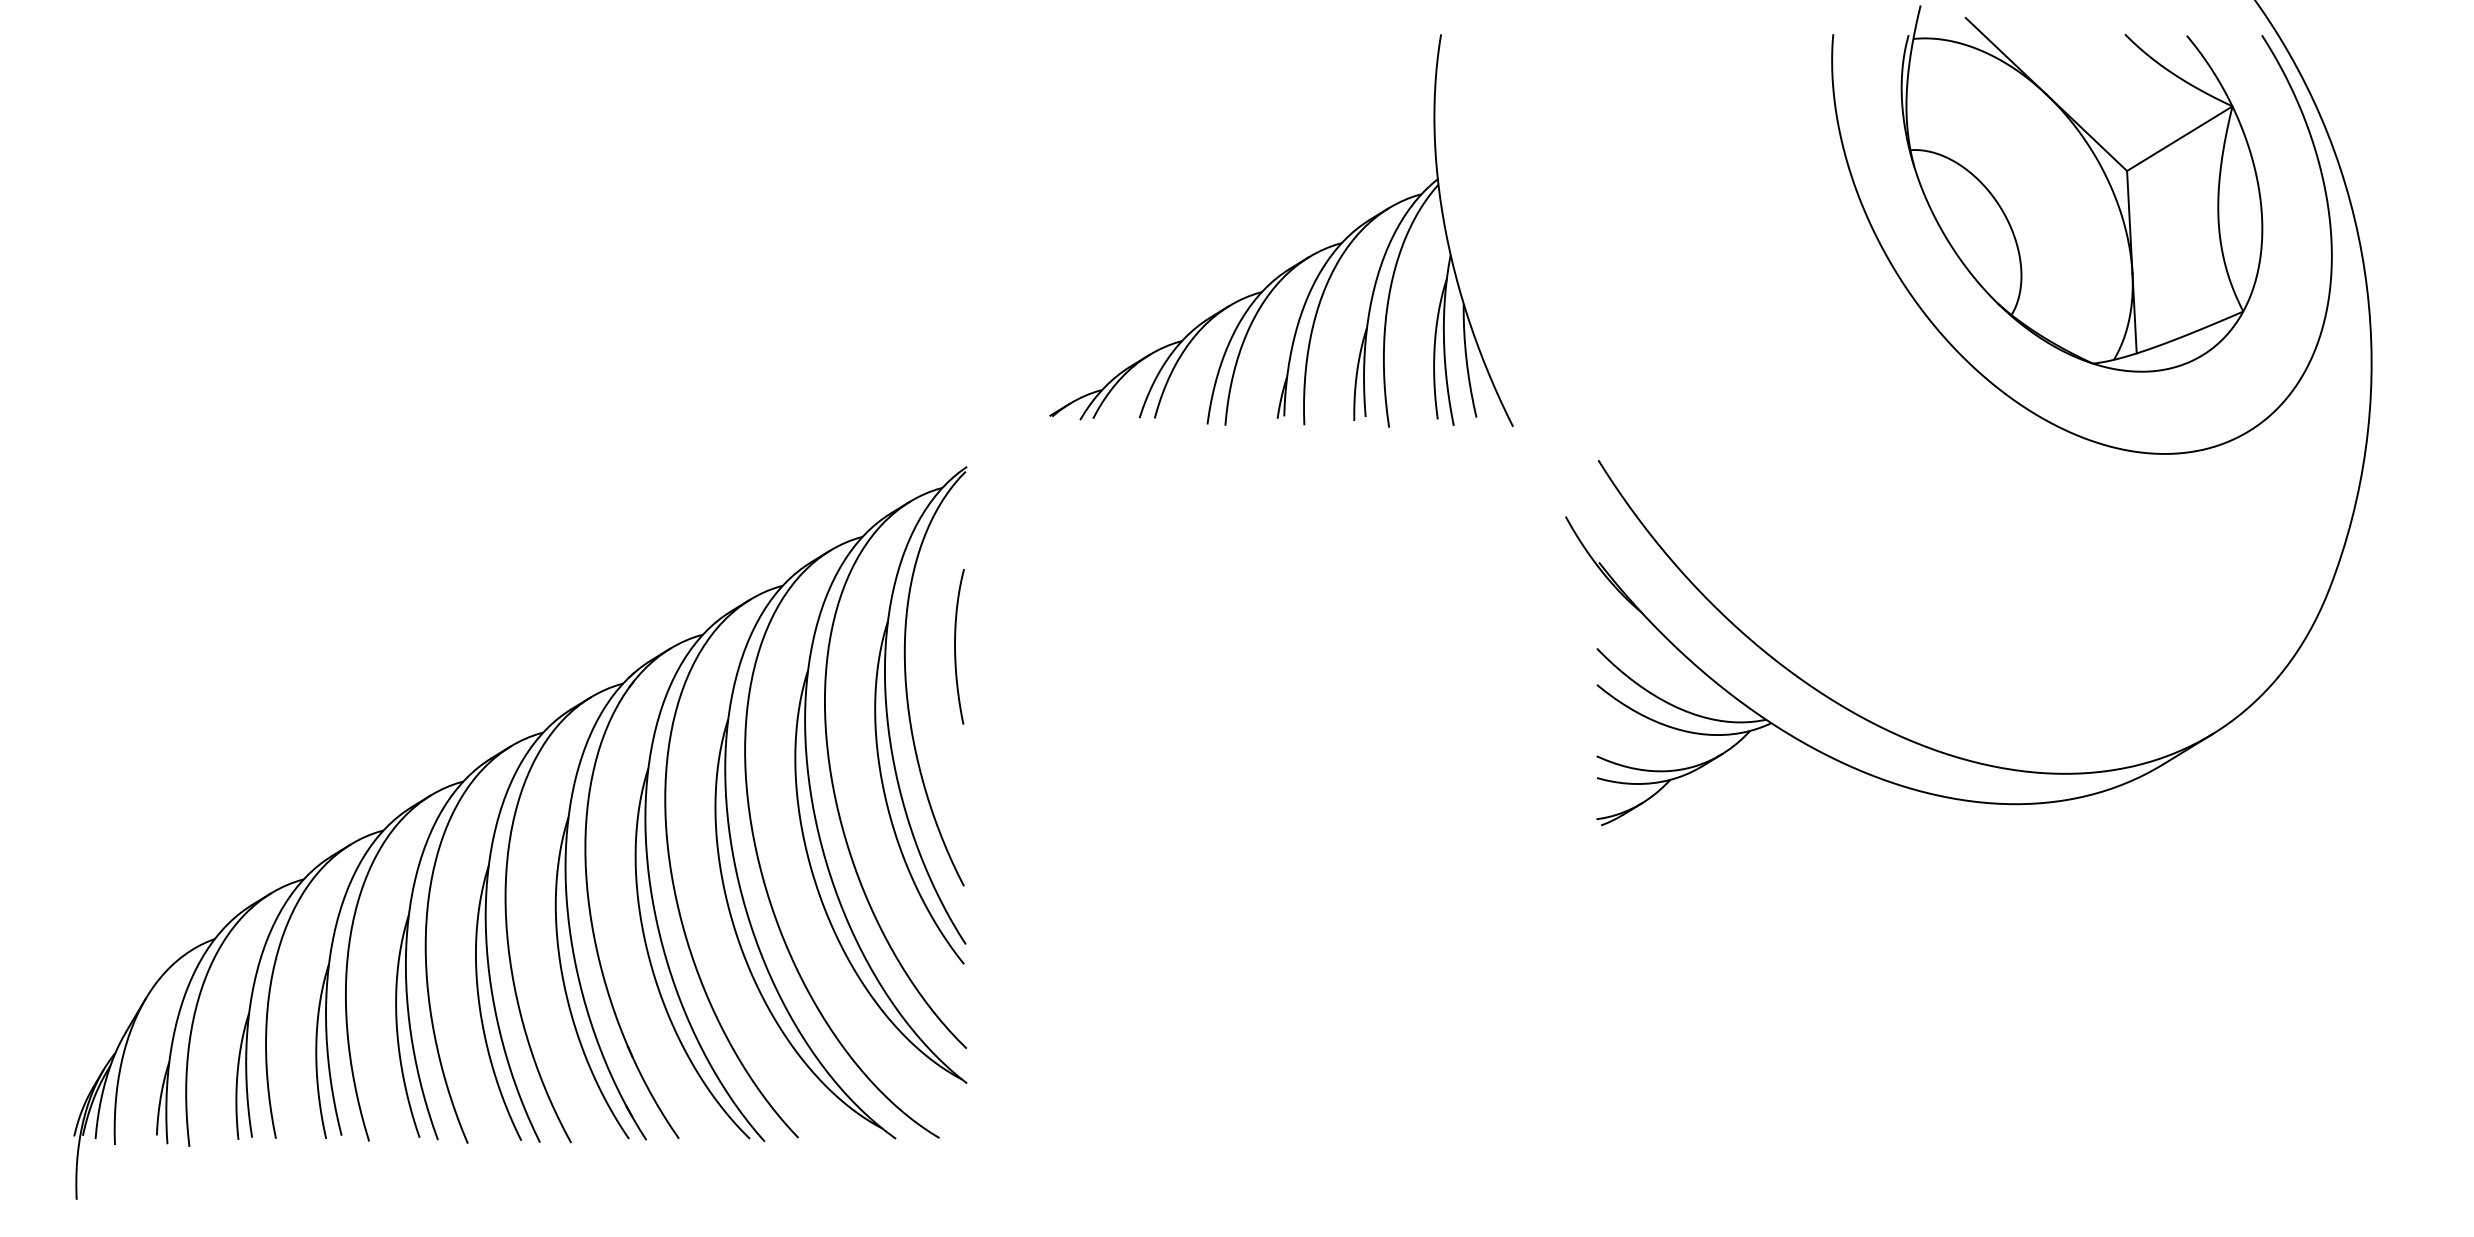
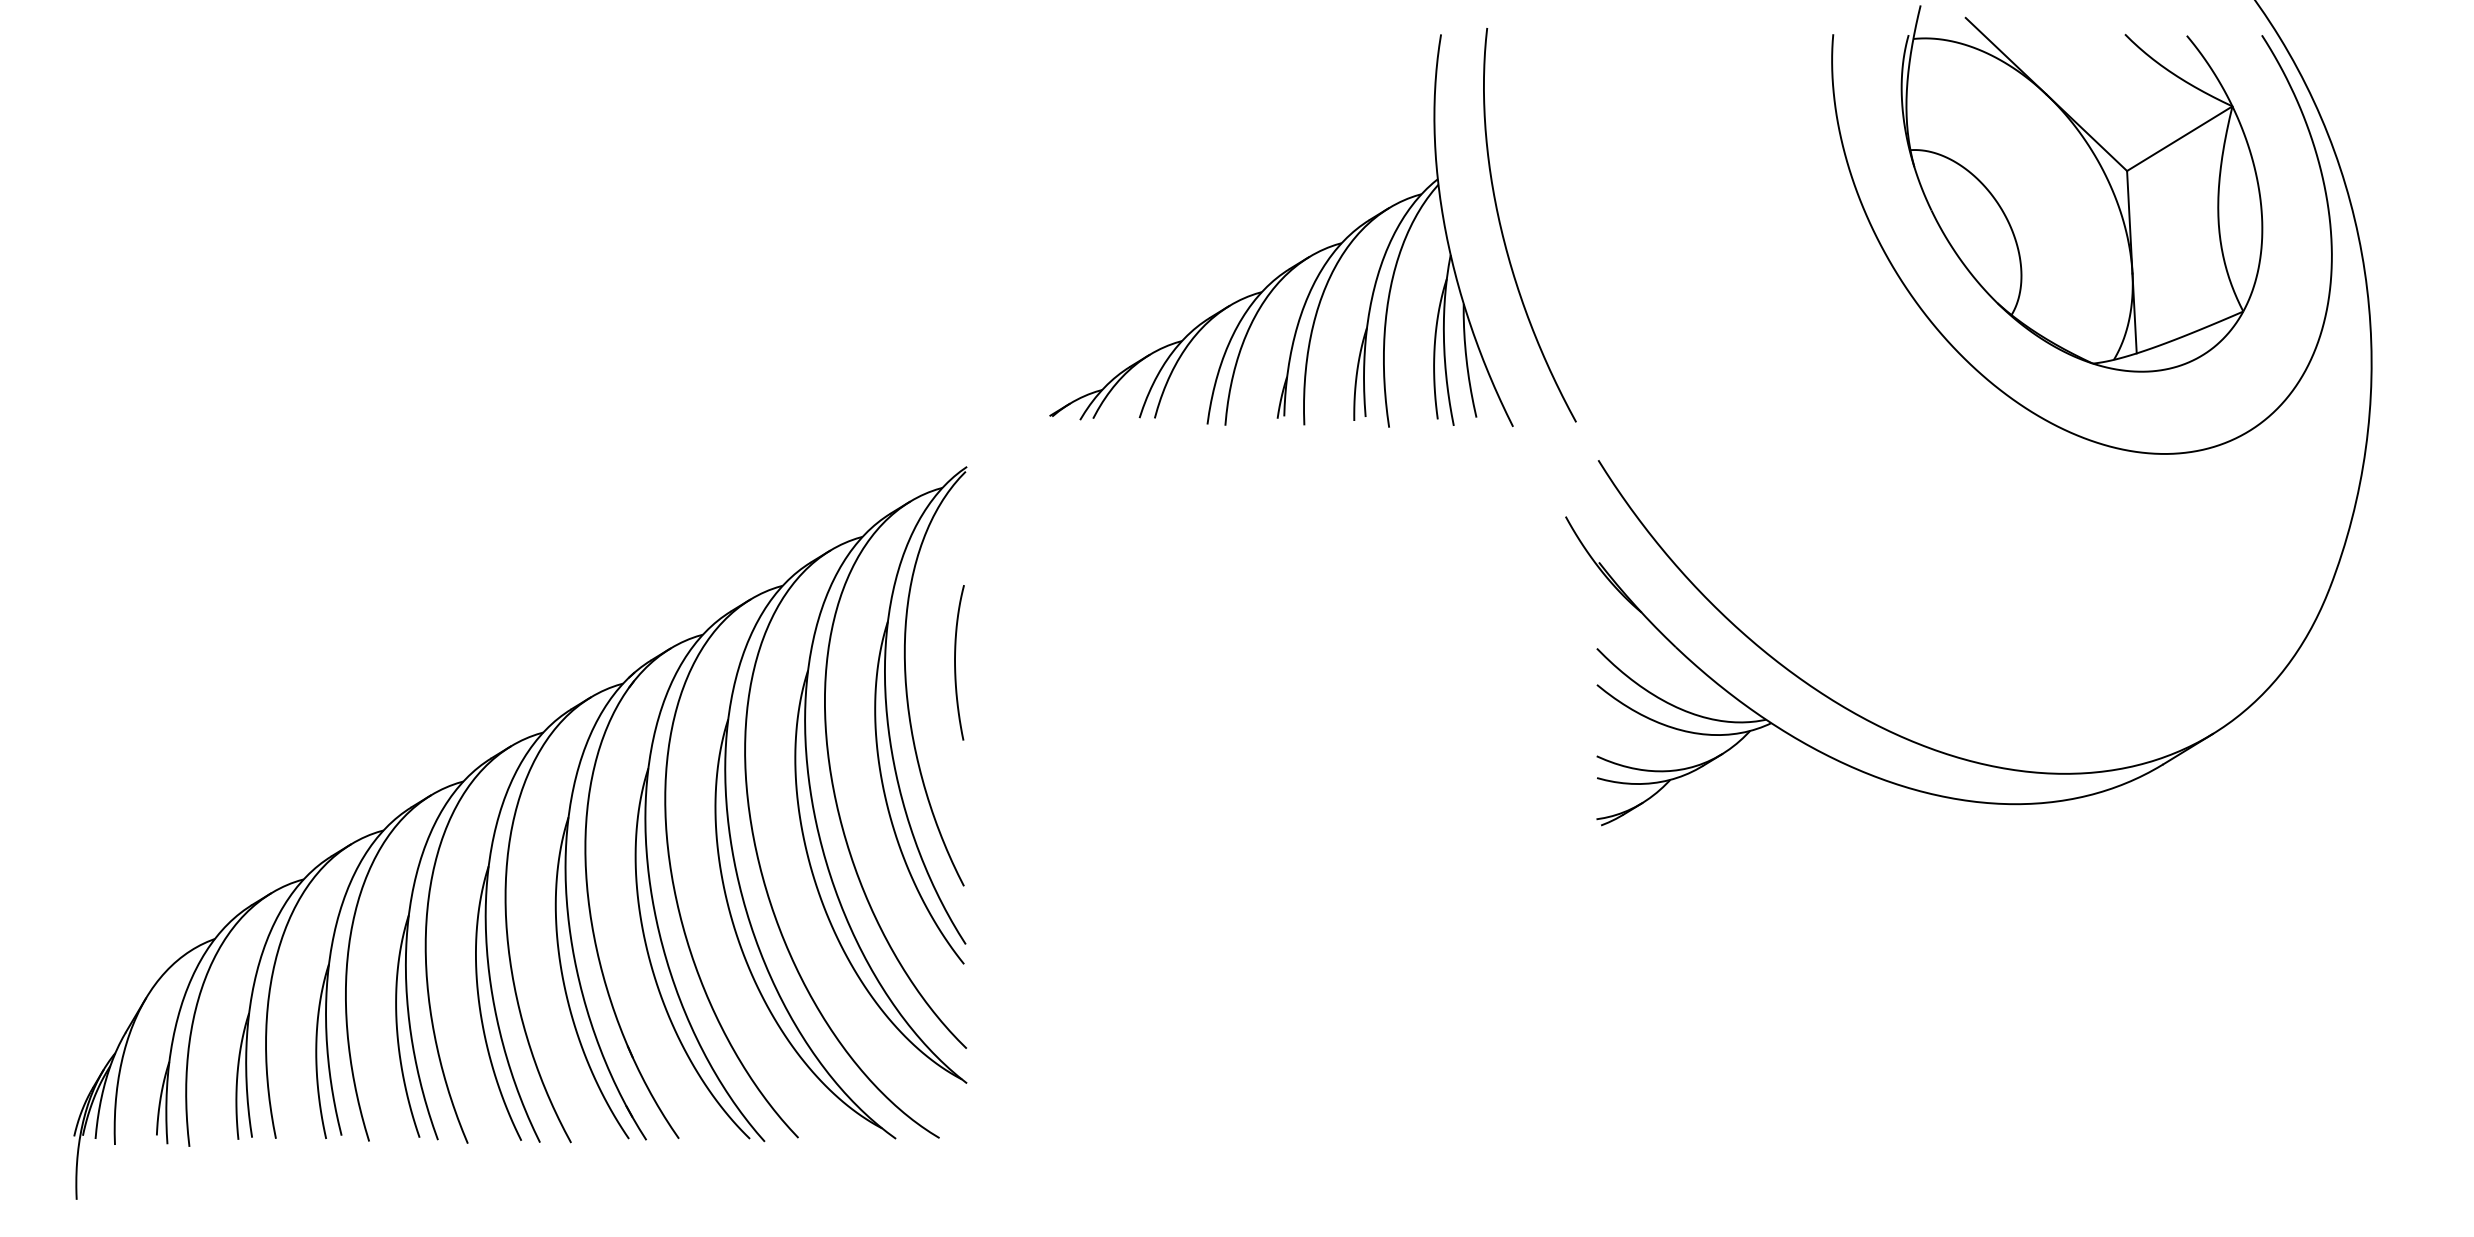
curve at (1503, 233): none -> present
curve at (955, 646) position: (955, 646) -> (955, 662)
